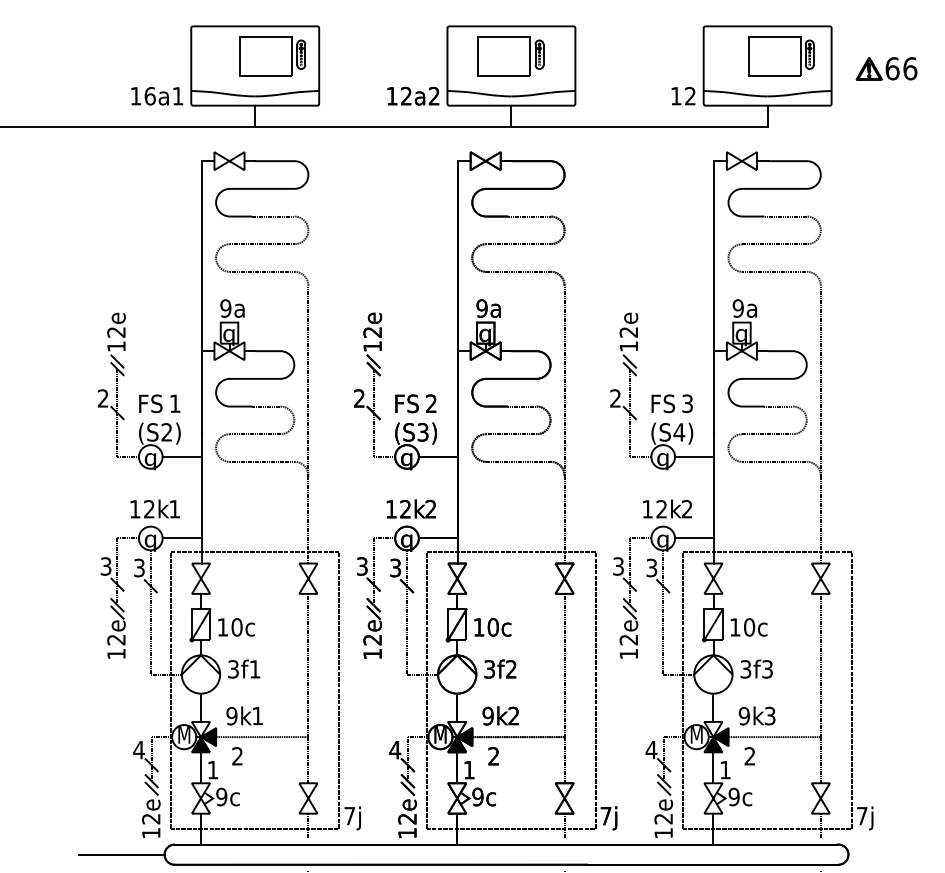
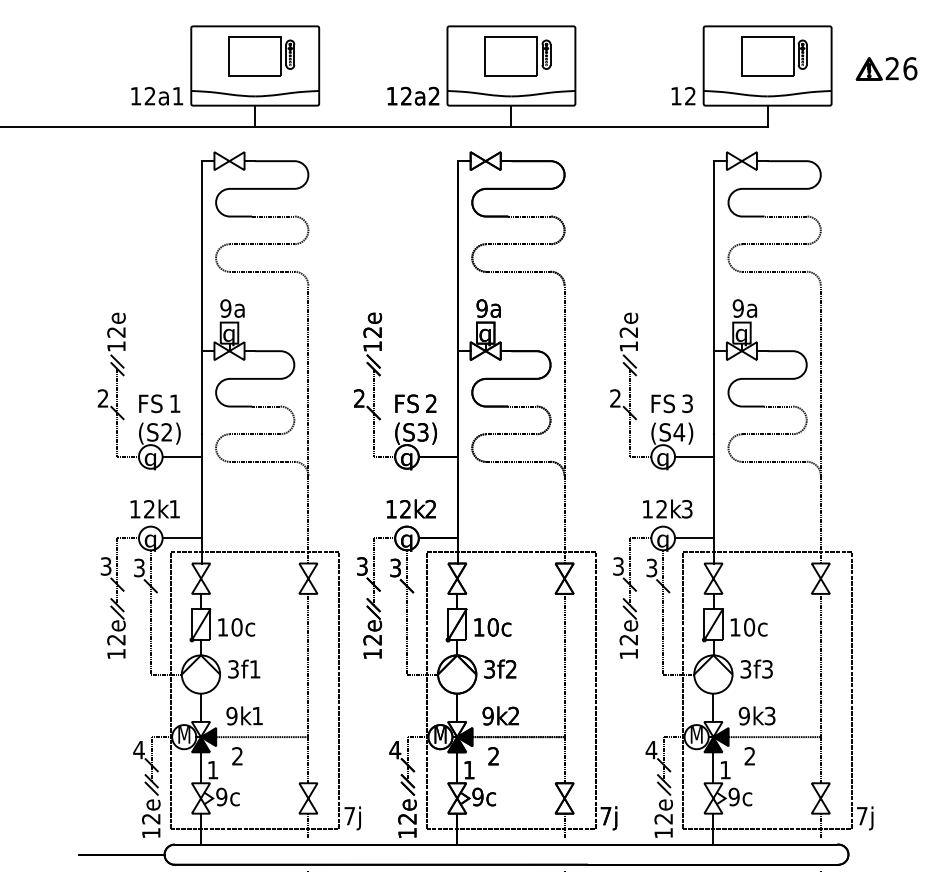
part at (272, 56) position: (272, 56) -> (261, 56)
part at (510, 56) position: (510, 56) -> (517, 56)
part at (781, 56) position: (781, 56) -> (774, 56)
text at (892, 68): 66 -> 26
text at (149, 95): 16a1 -> 12a1
text at (687, 509): 2 -> 3
